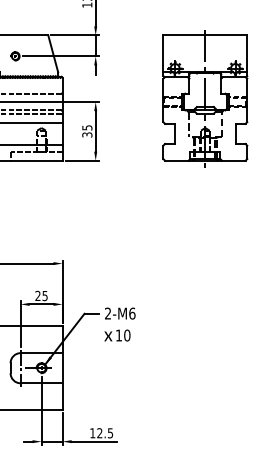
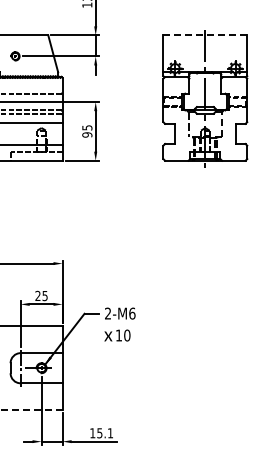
line at (205, 35): solid -> dashed
text at (87, 134): 35 -> 95
line at (31, 410): solid -> dashed
text at (105, 433): 12.5 -> 15.1
